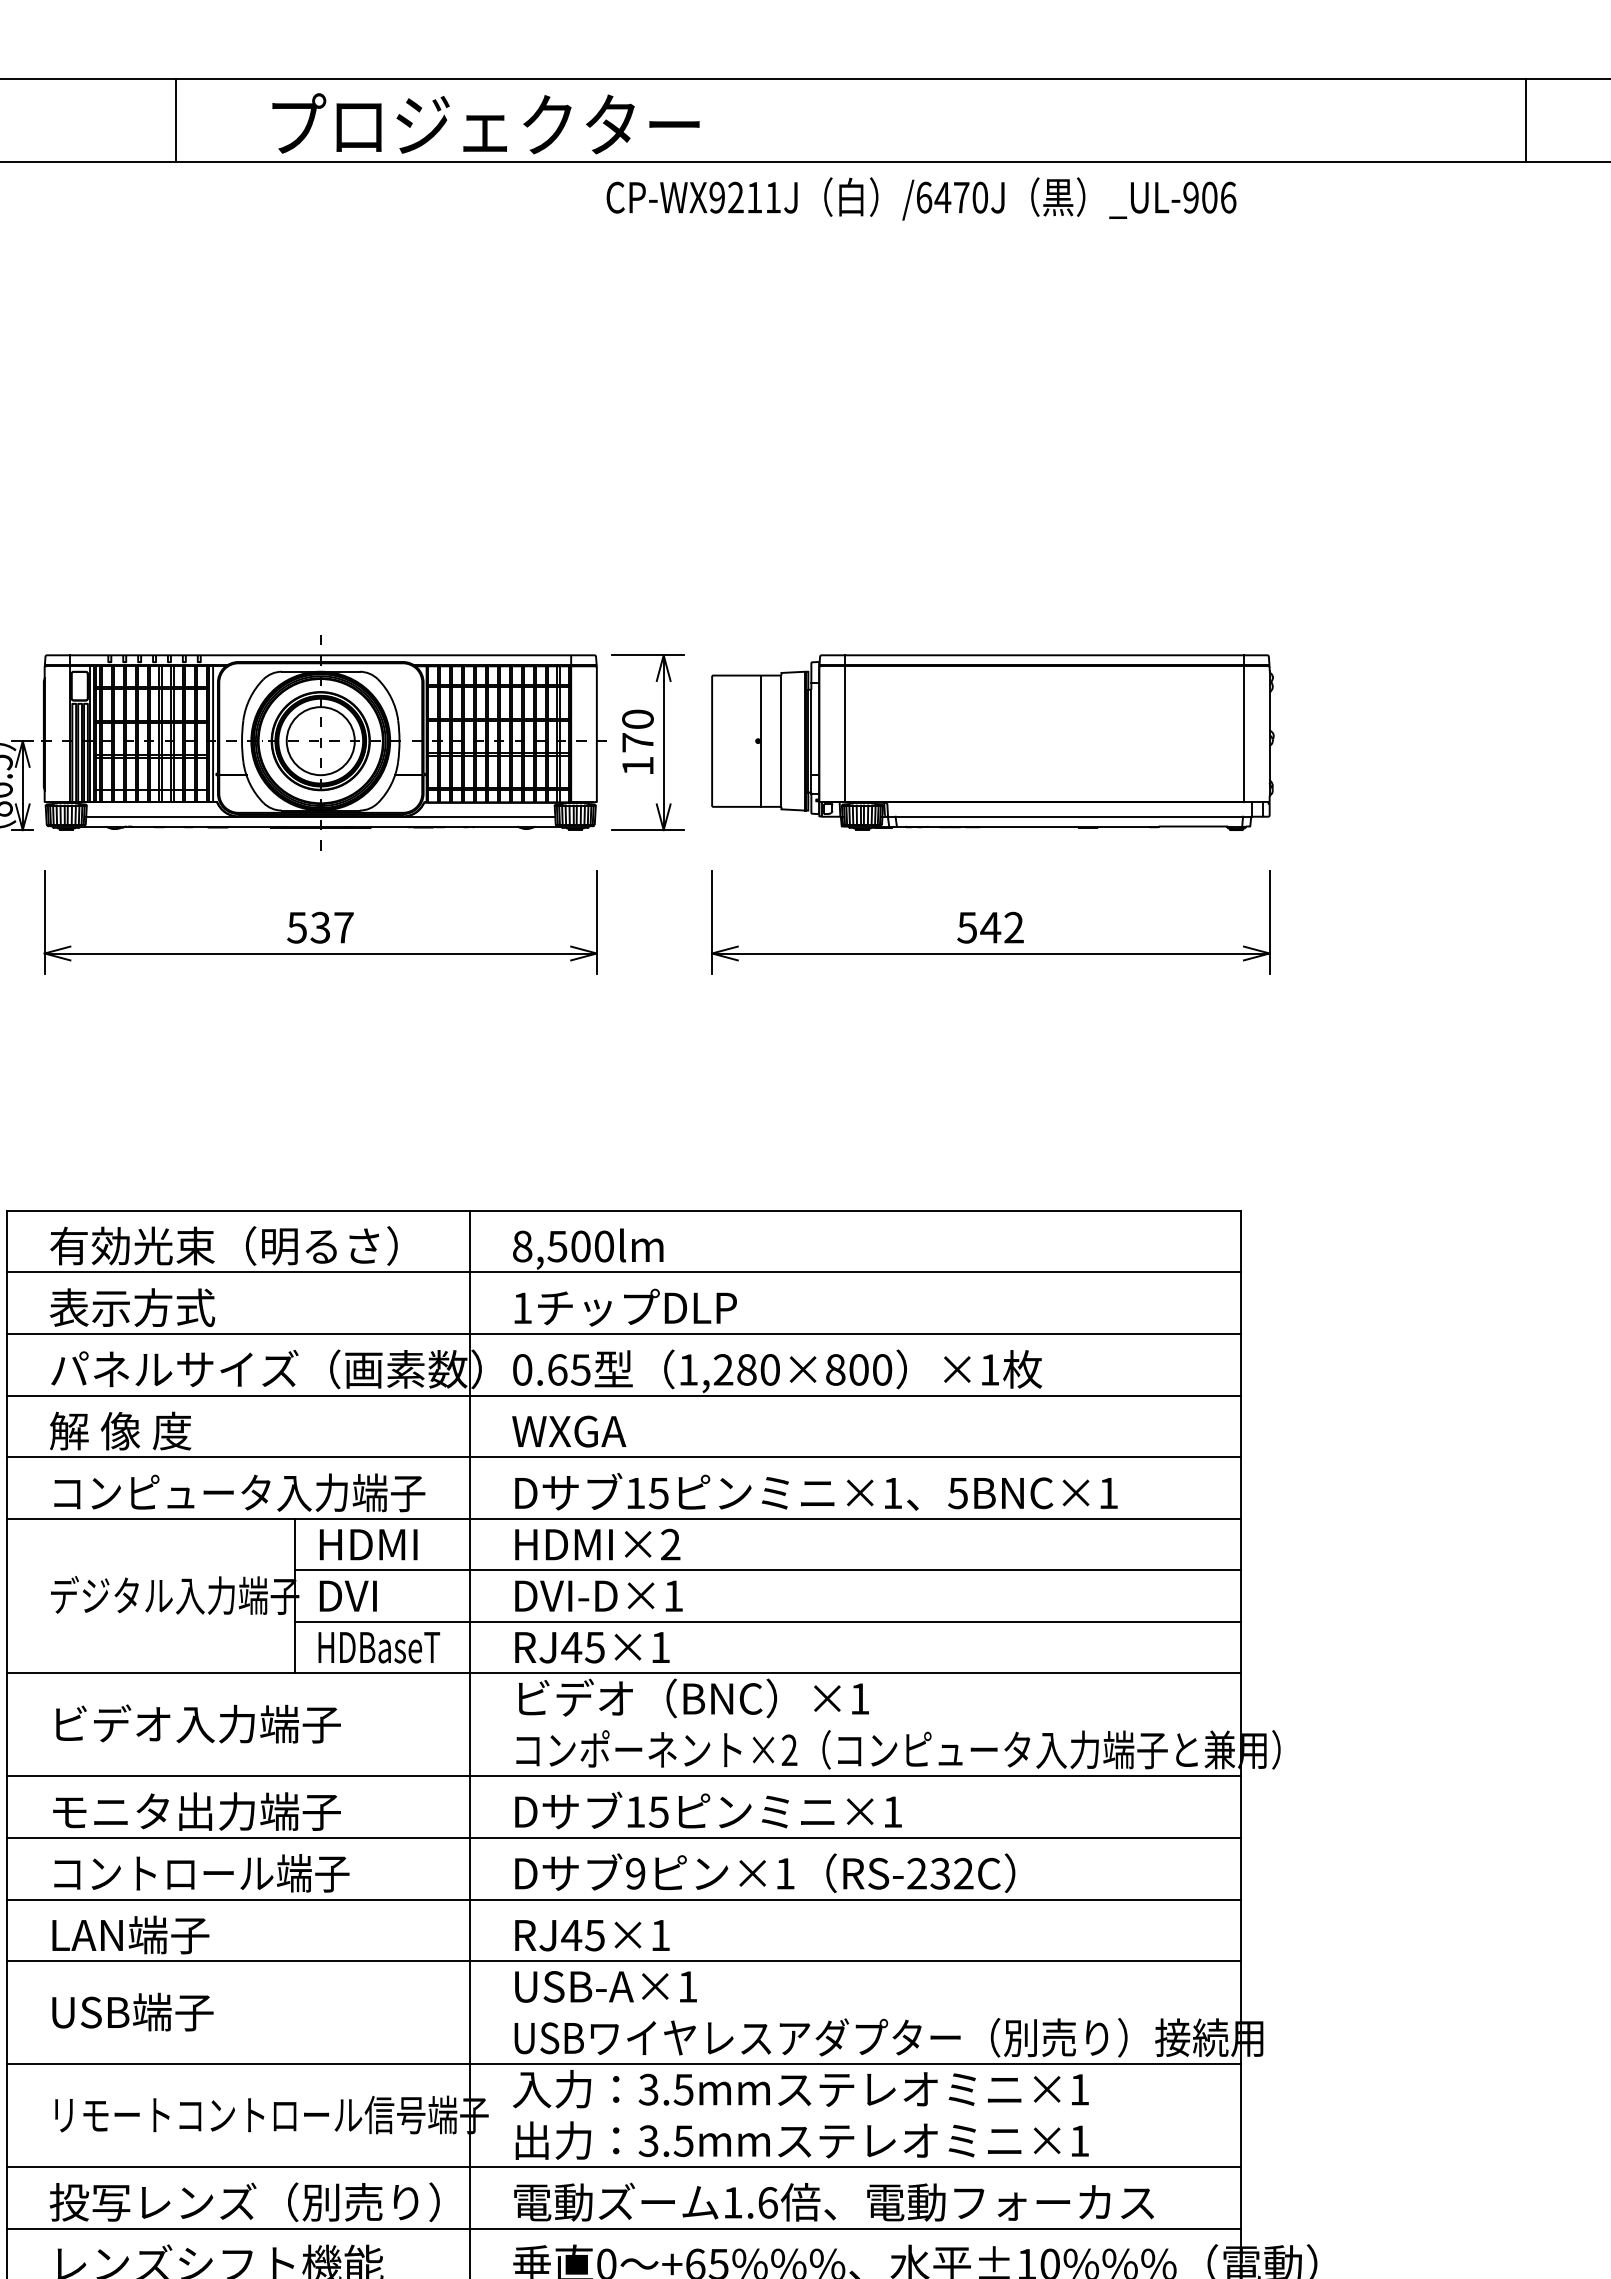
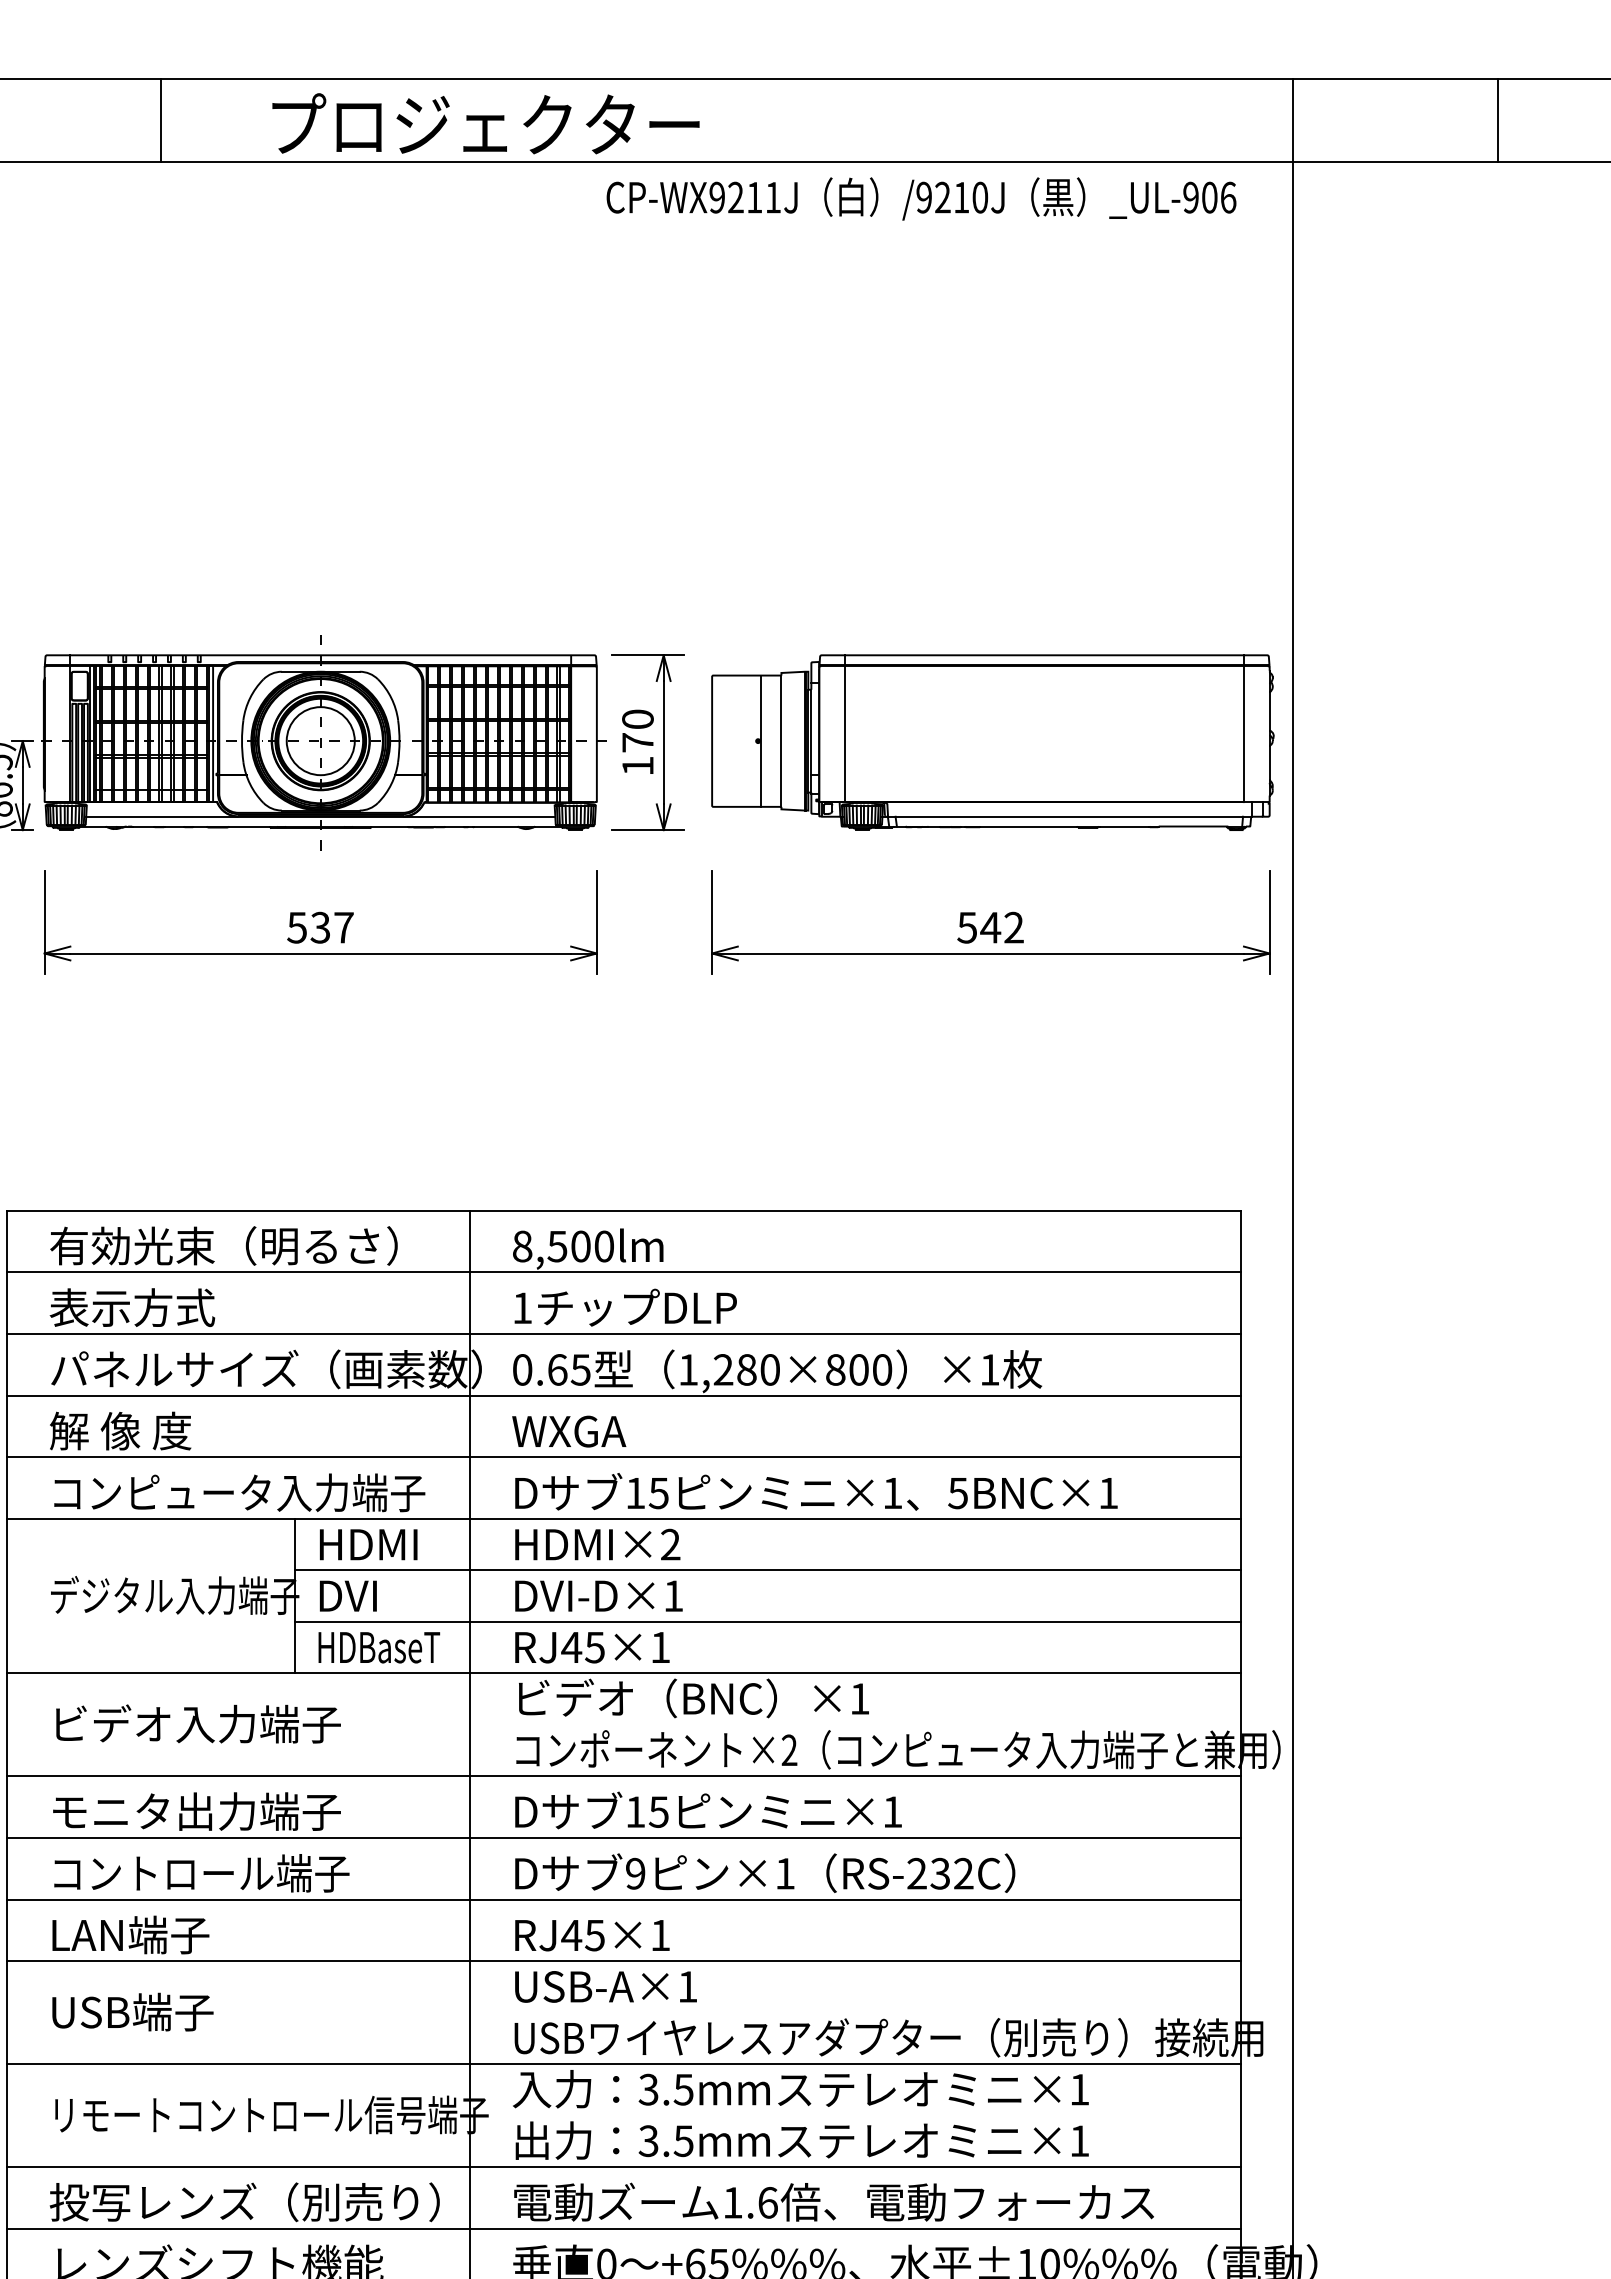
line at (176, 120) position: (176, 120) -> (161, 120)
line at (1526, 120) position: (1526, 120) -> (1498, 120)
text at (942, 197): /6470J -> /9210J
line at (1292, 1177): none -> present
